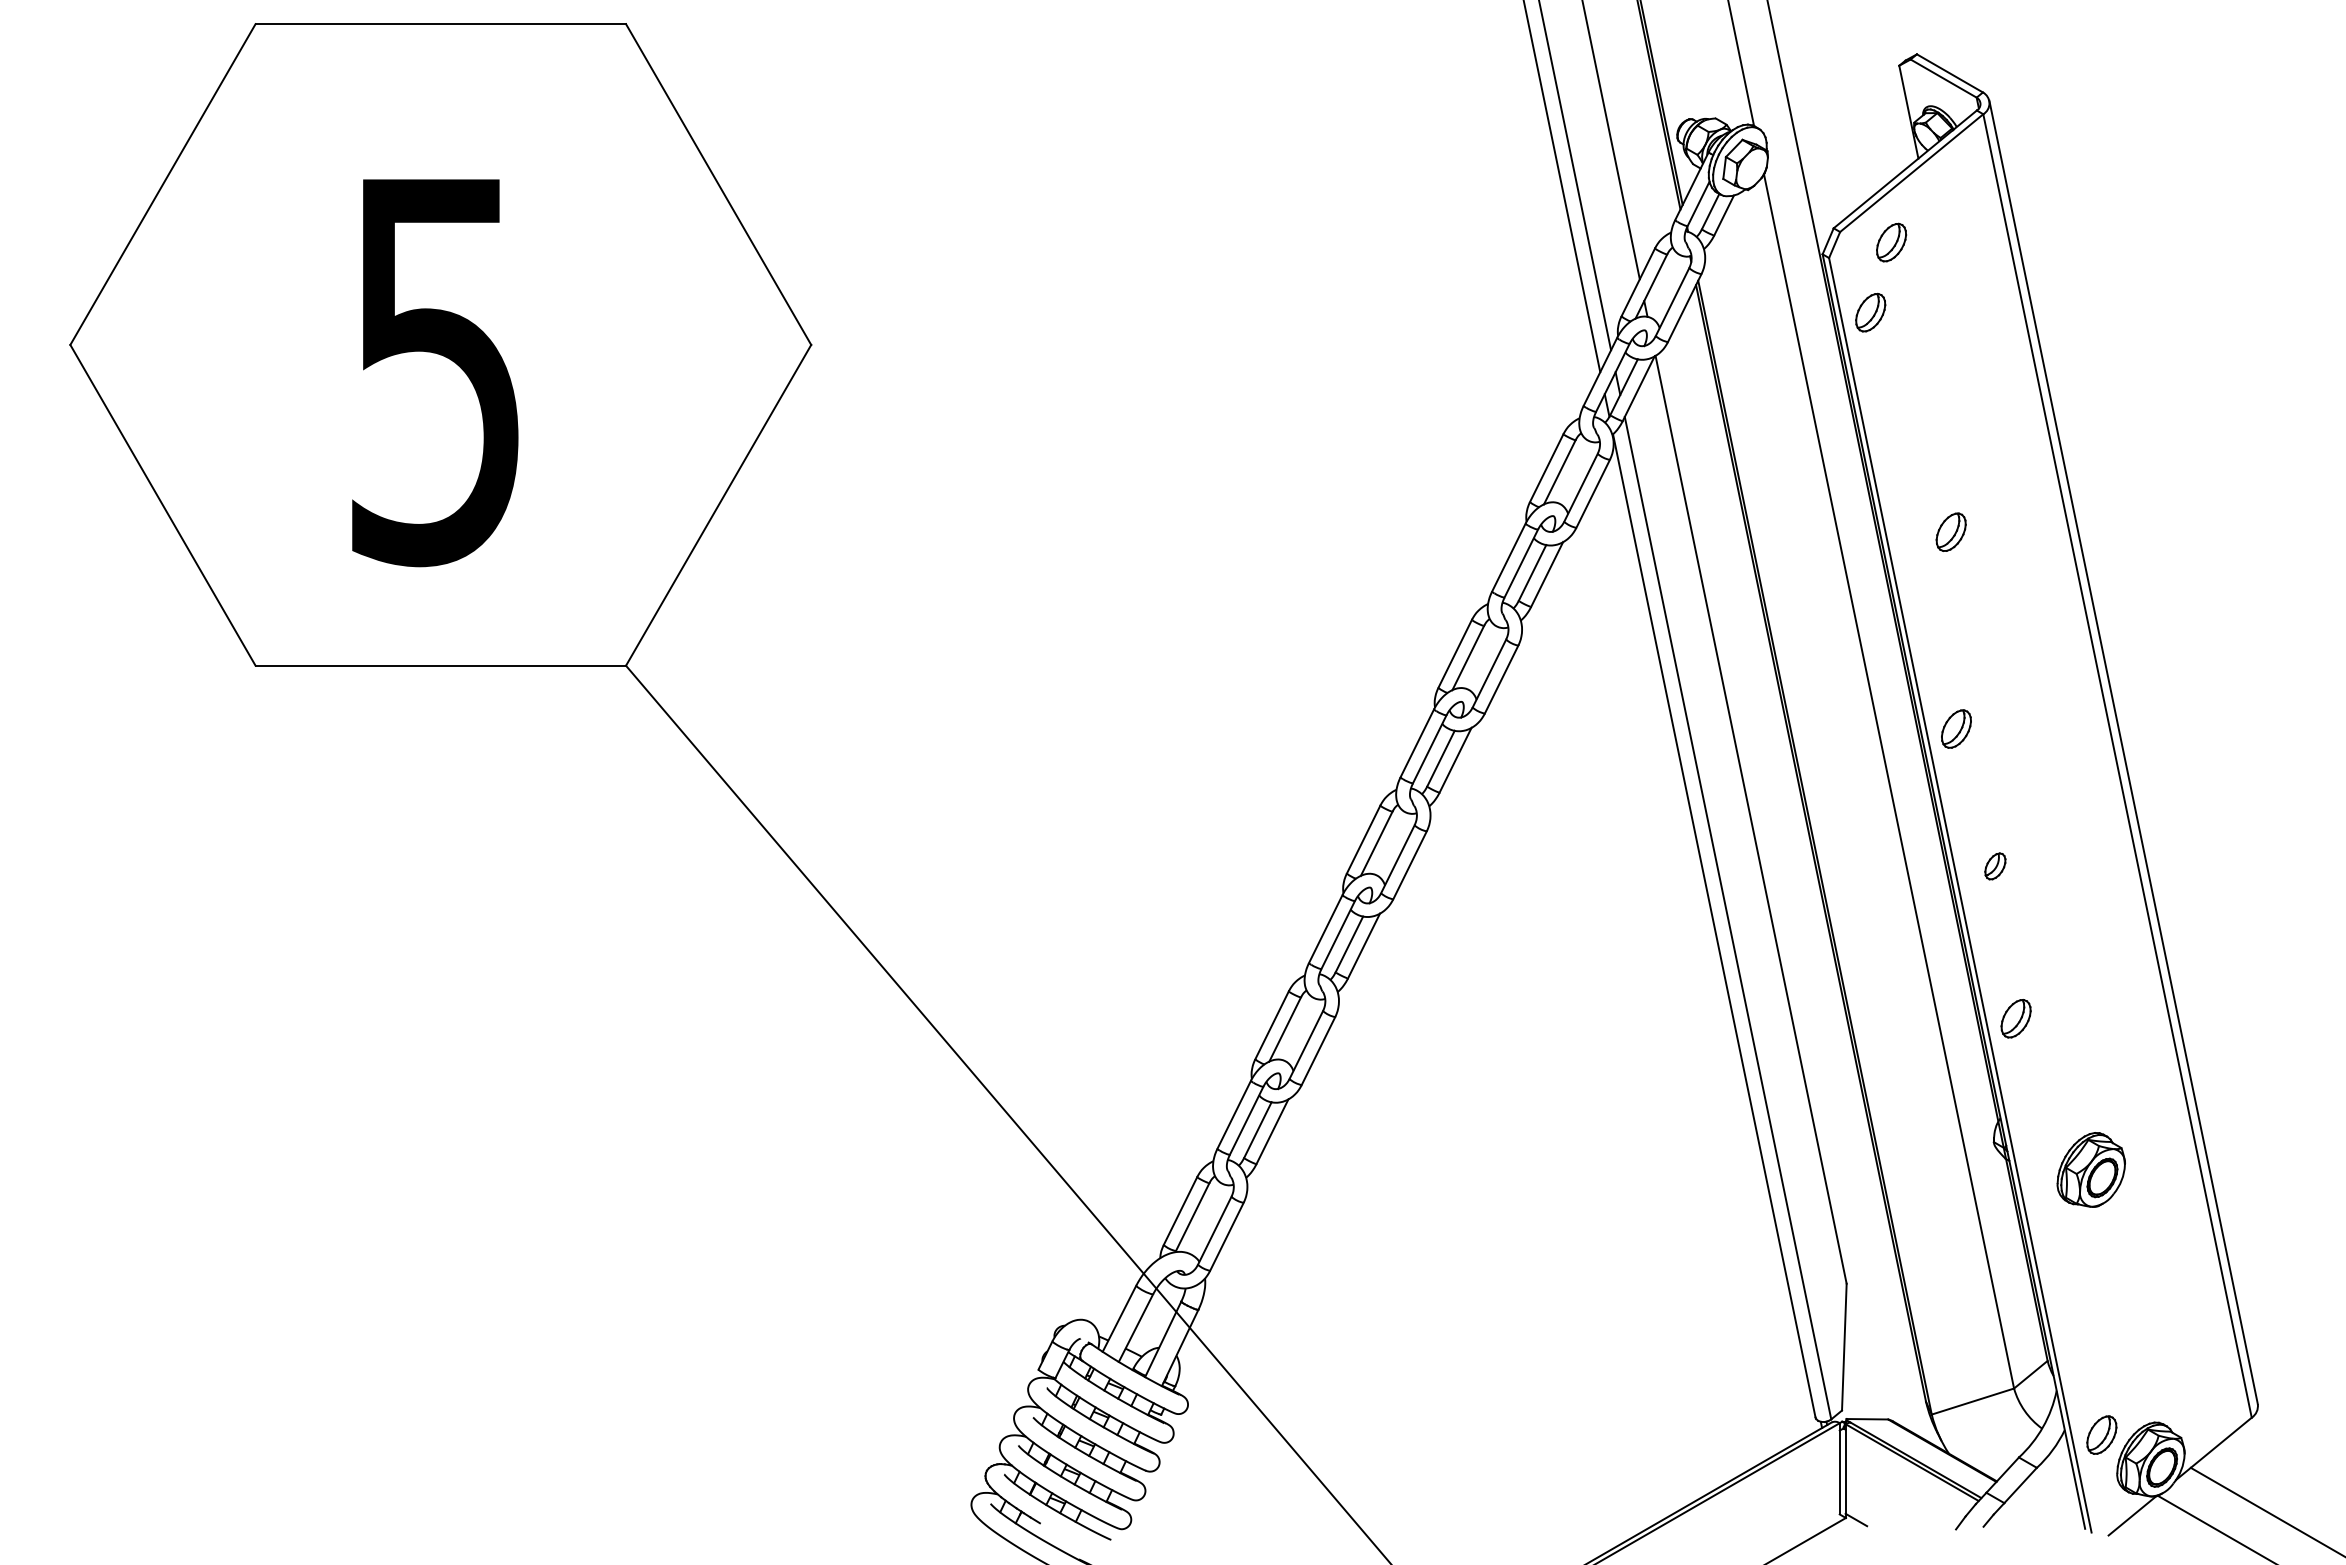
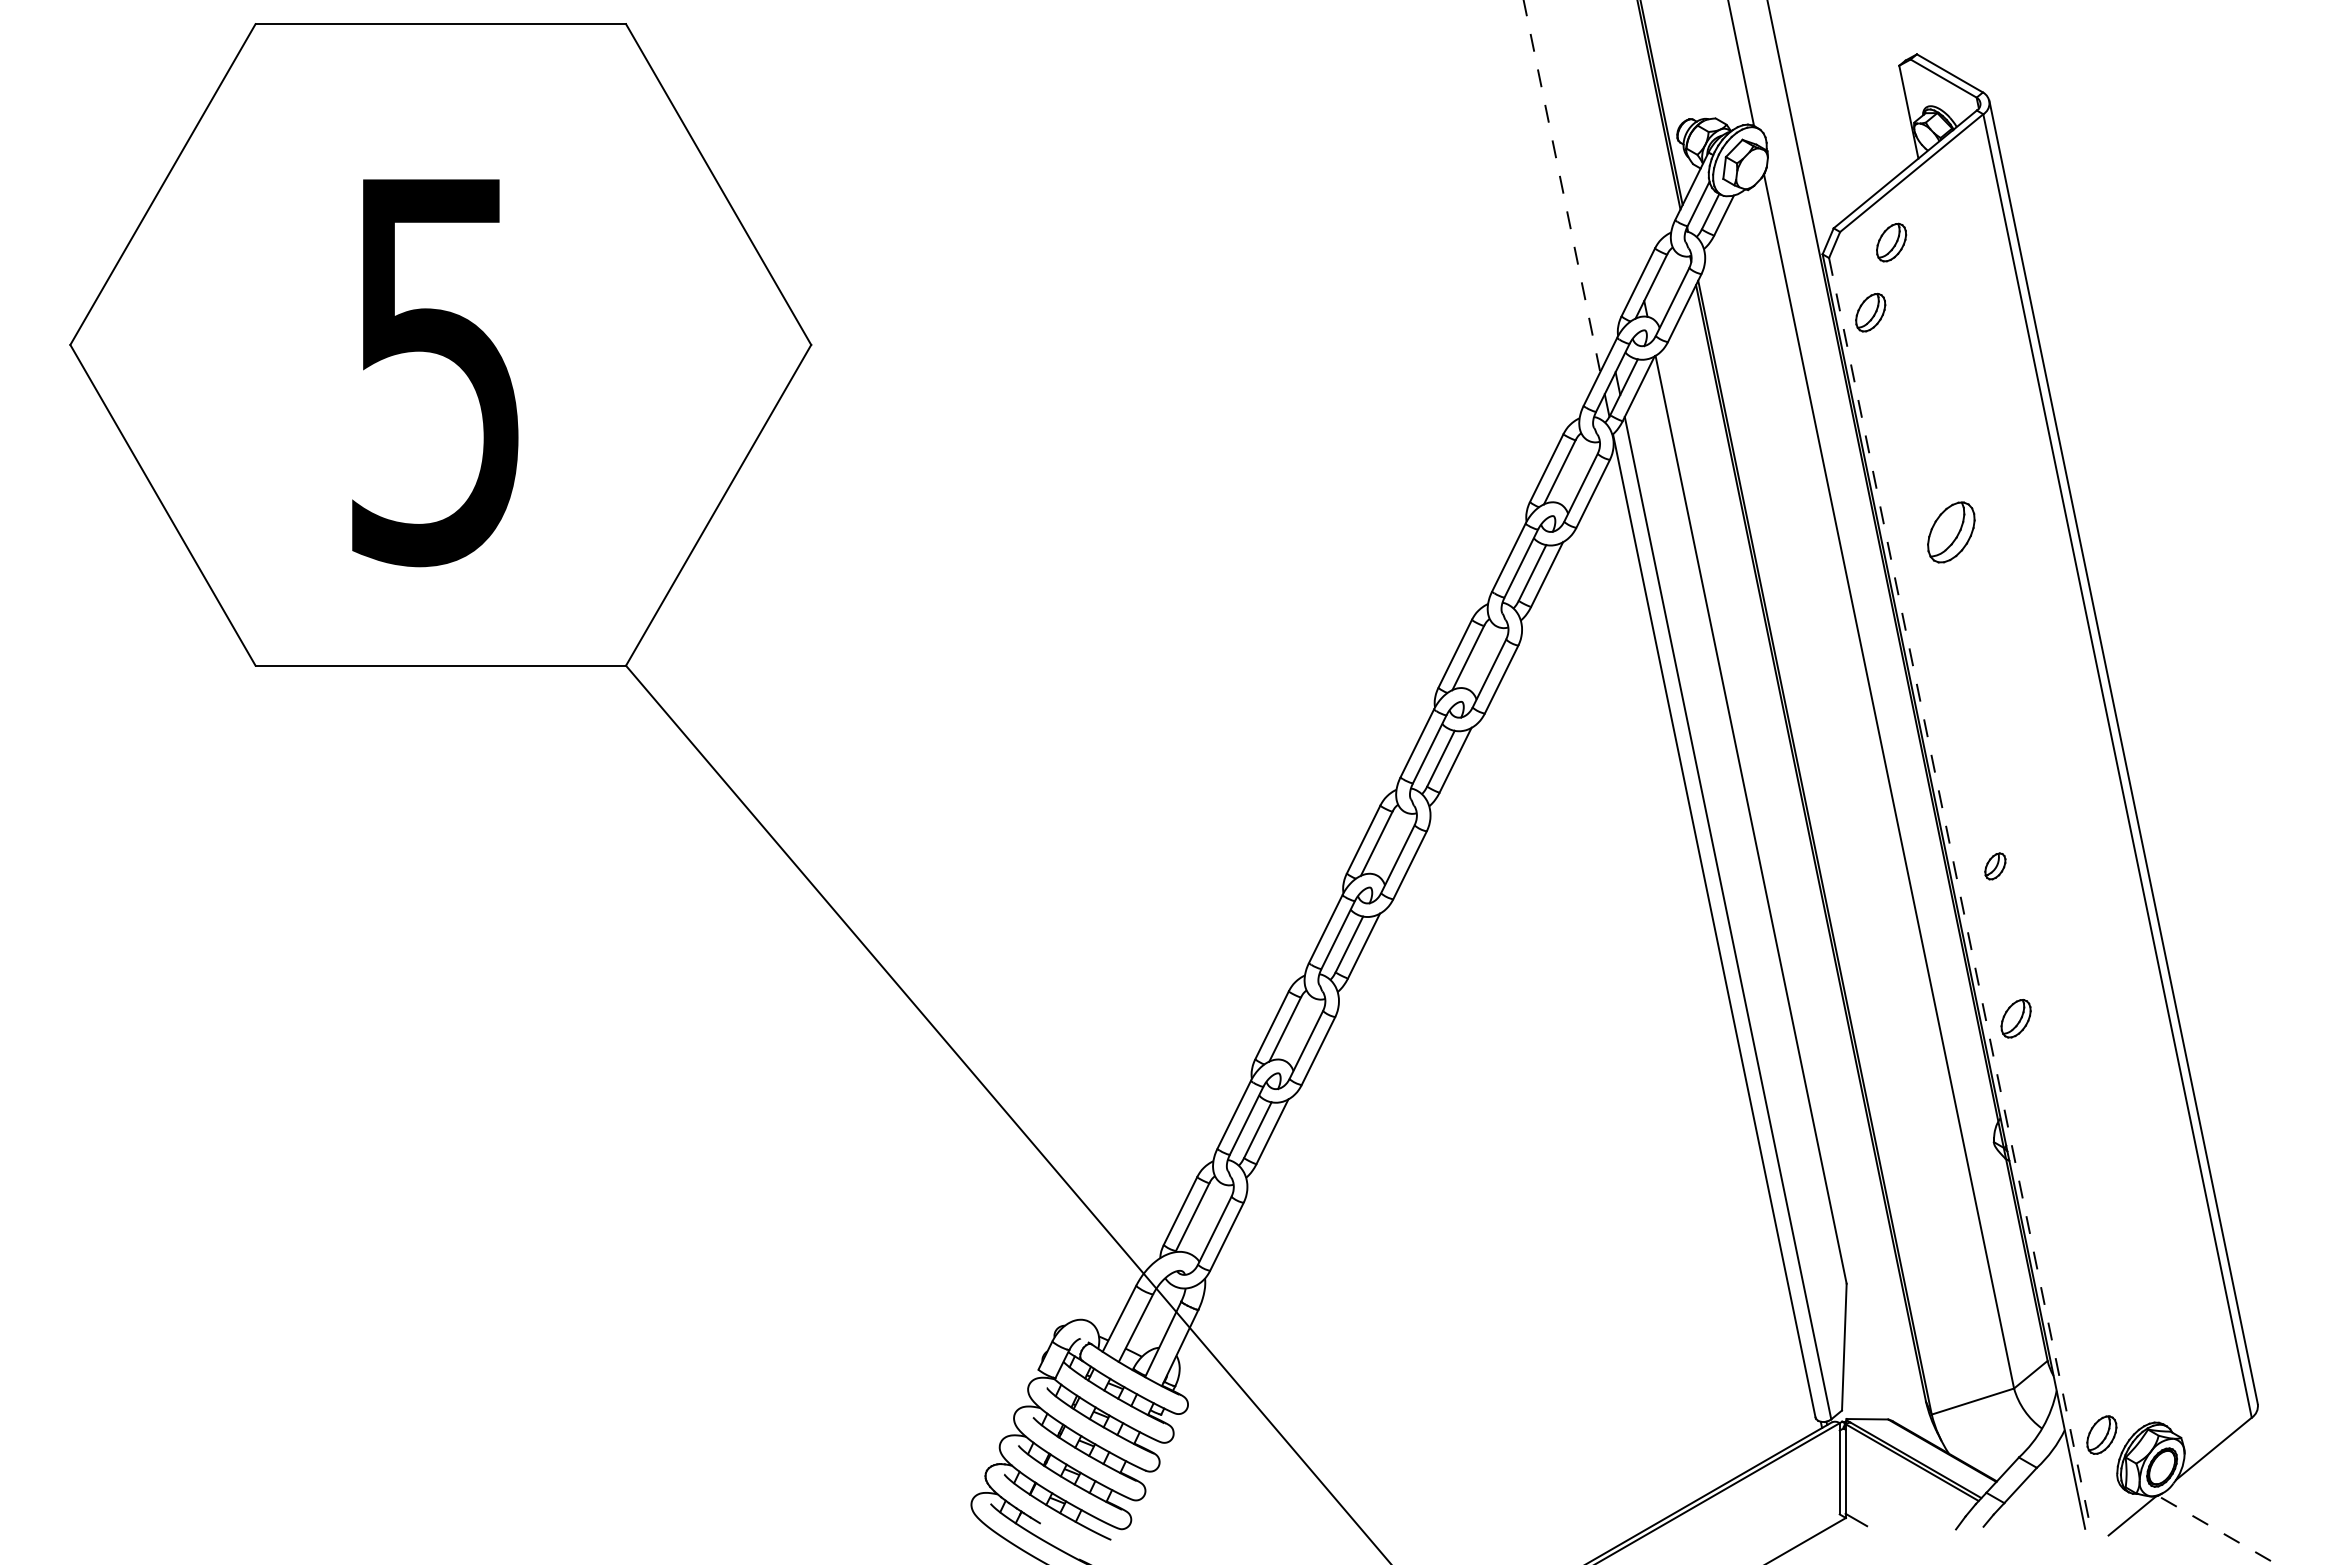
line at (1610, 140): present -> none
line at (1575, 176): present -> none
line at (1561, 186): solid -> dashed
part at (1950, 531) size: 32x40 px -> 49x63 px
part at (1956, 728): present -> none
line at (1960, 895): solid -> dashed
part at (2090, 1169): present -> none
line at (2266, 1511): present -> none
line at (2217, 1530): solid -> dashed
